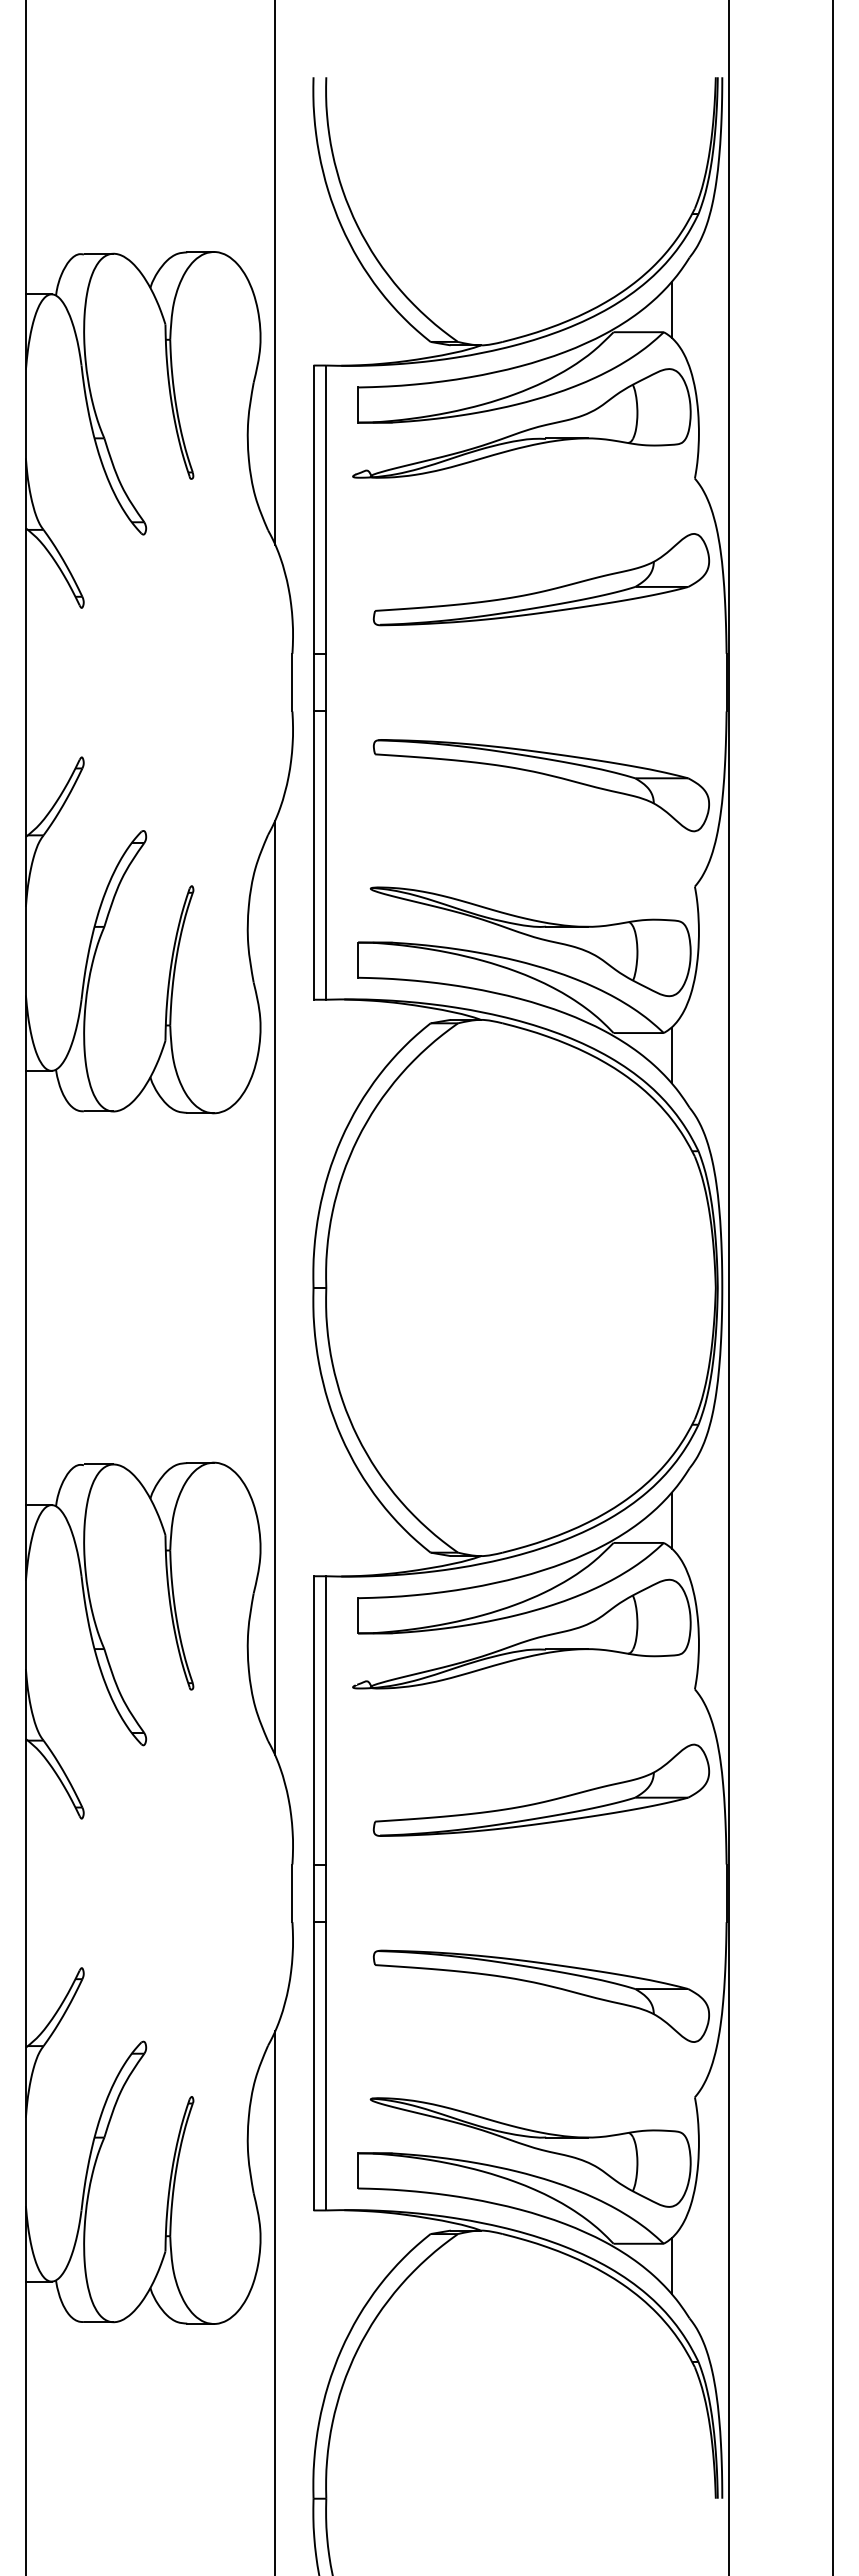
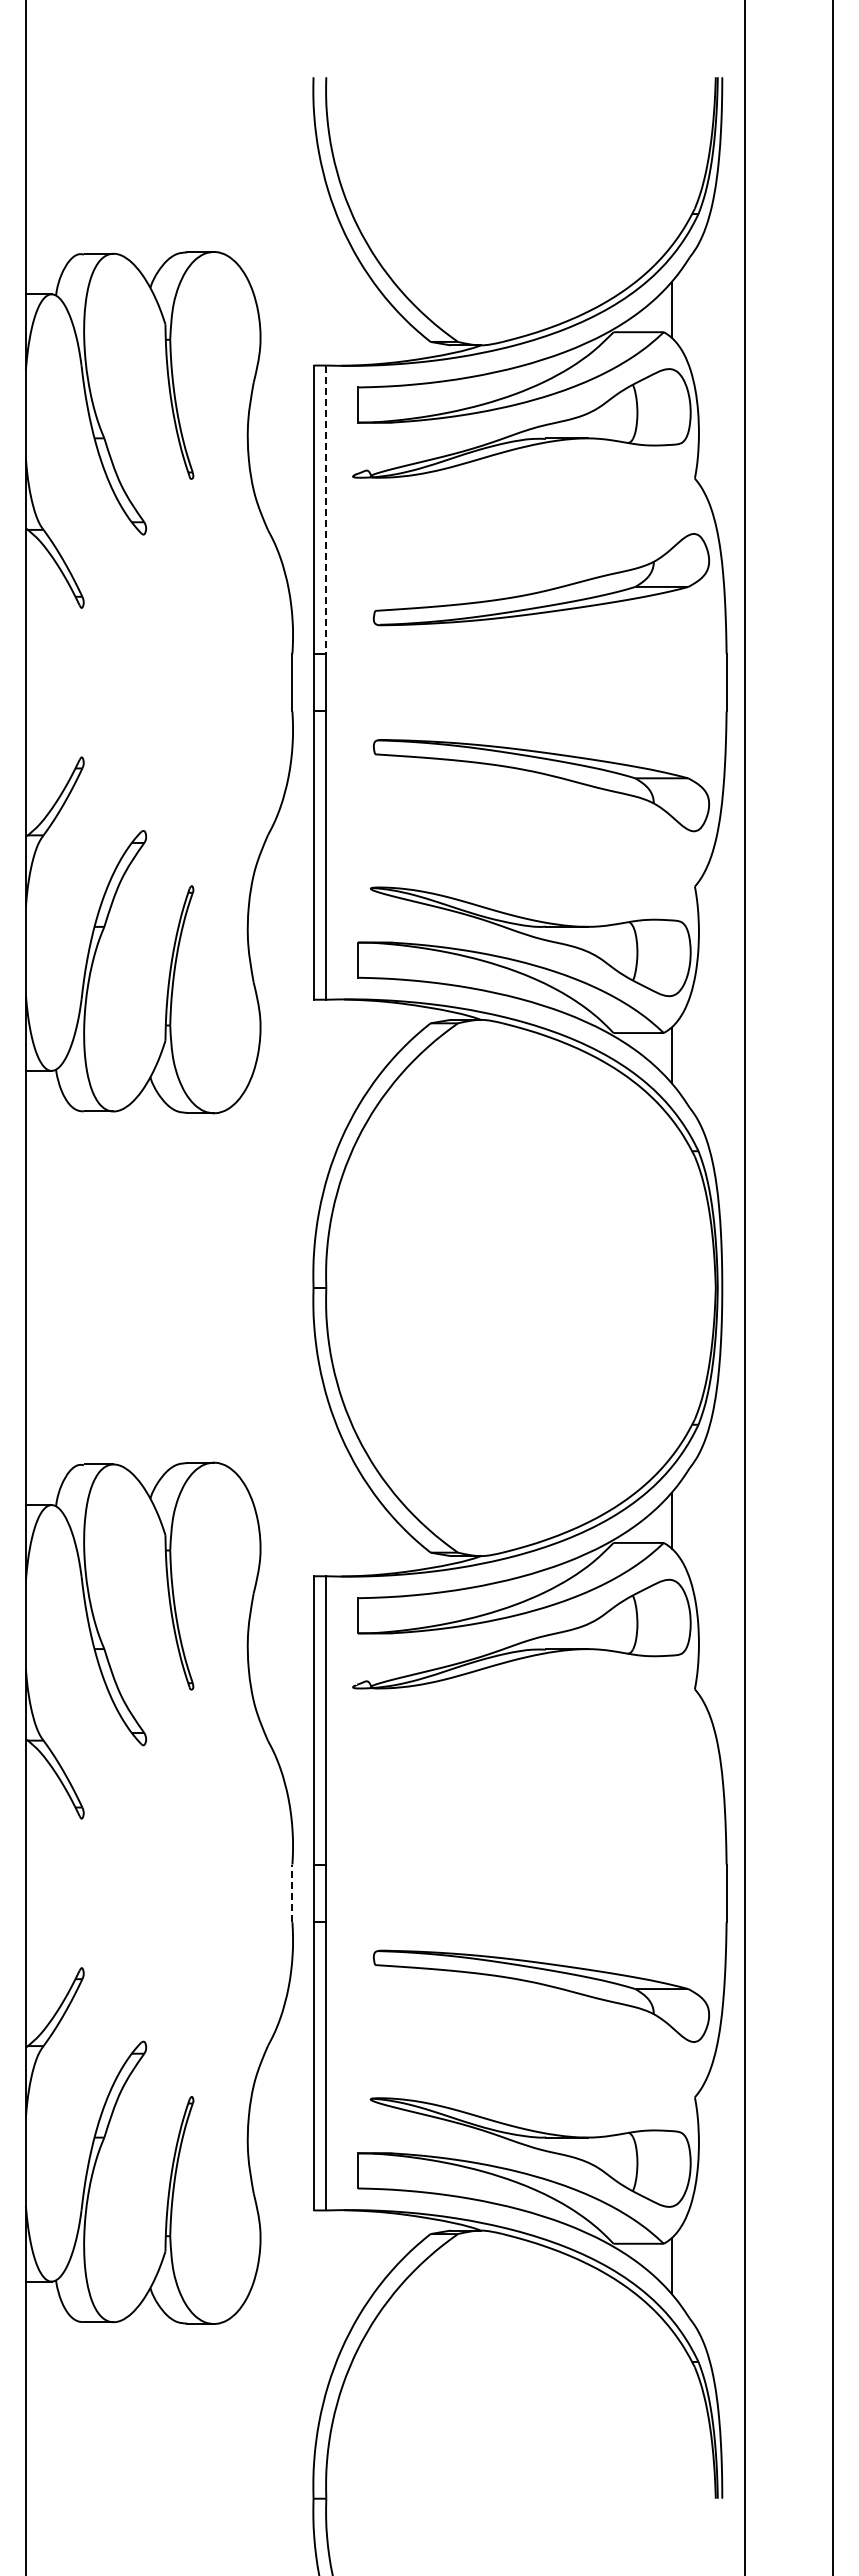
line at (275, 273): present -> none
line at (326, 510): solid -> dashed
line at (275, 1287): present -> none
line at (729, 1287) position: (729, 1287) -> (745, 1287)
part at (545, 1800): present -> none
line at (292, 1893): solid -> dashed
line at (275, 2301): present -> none
